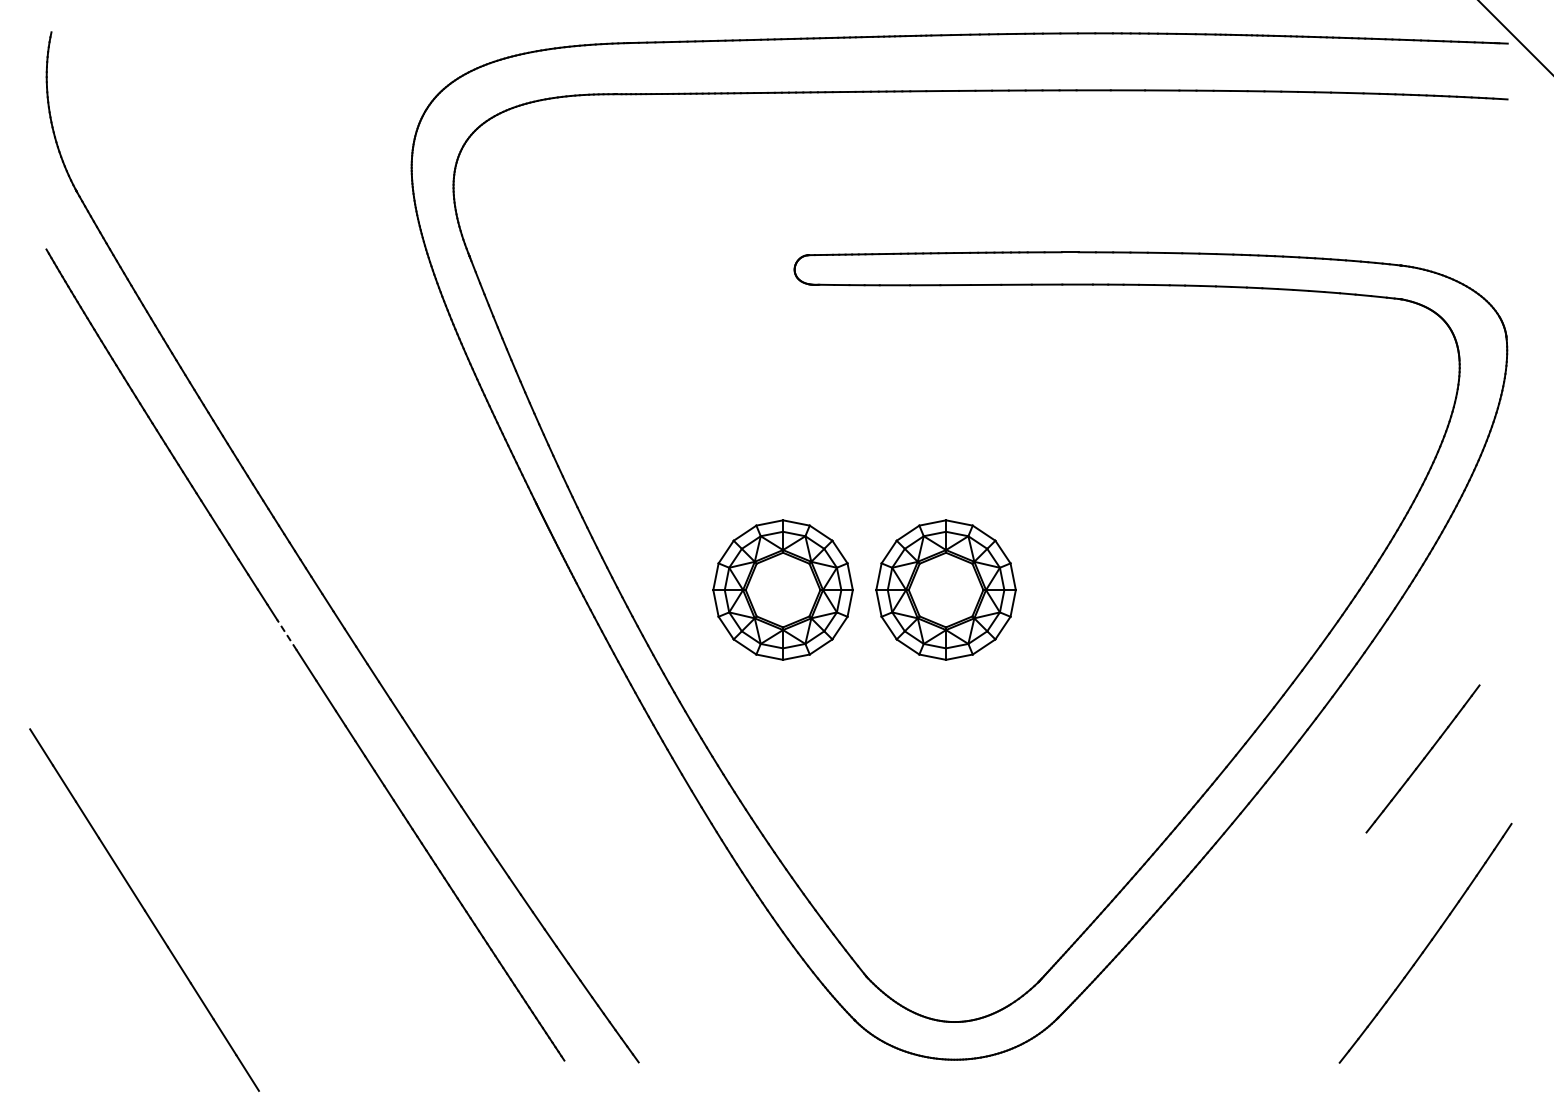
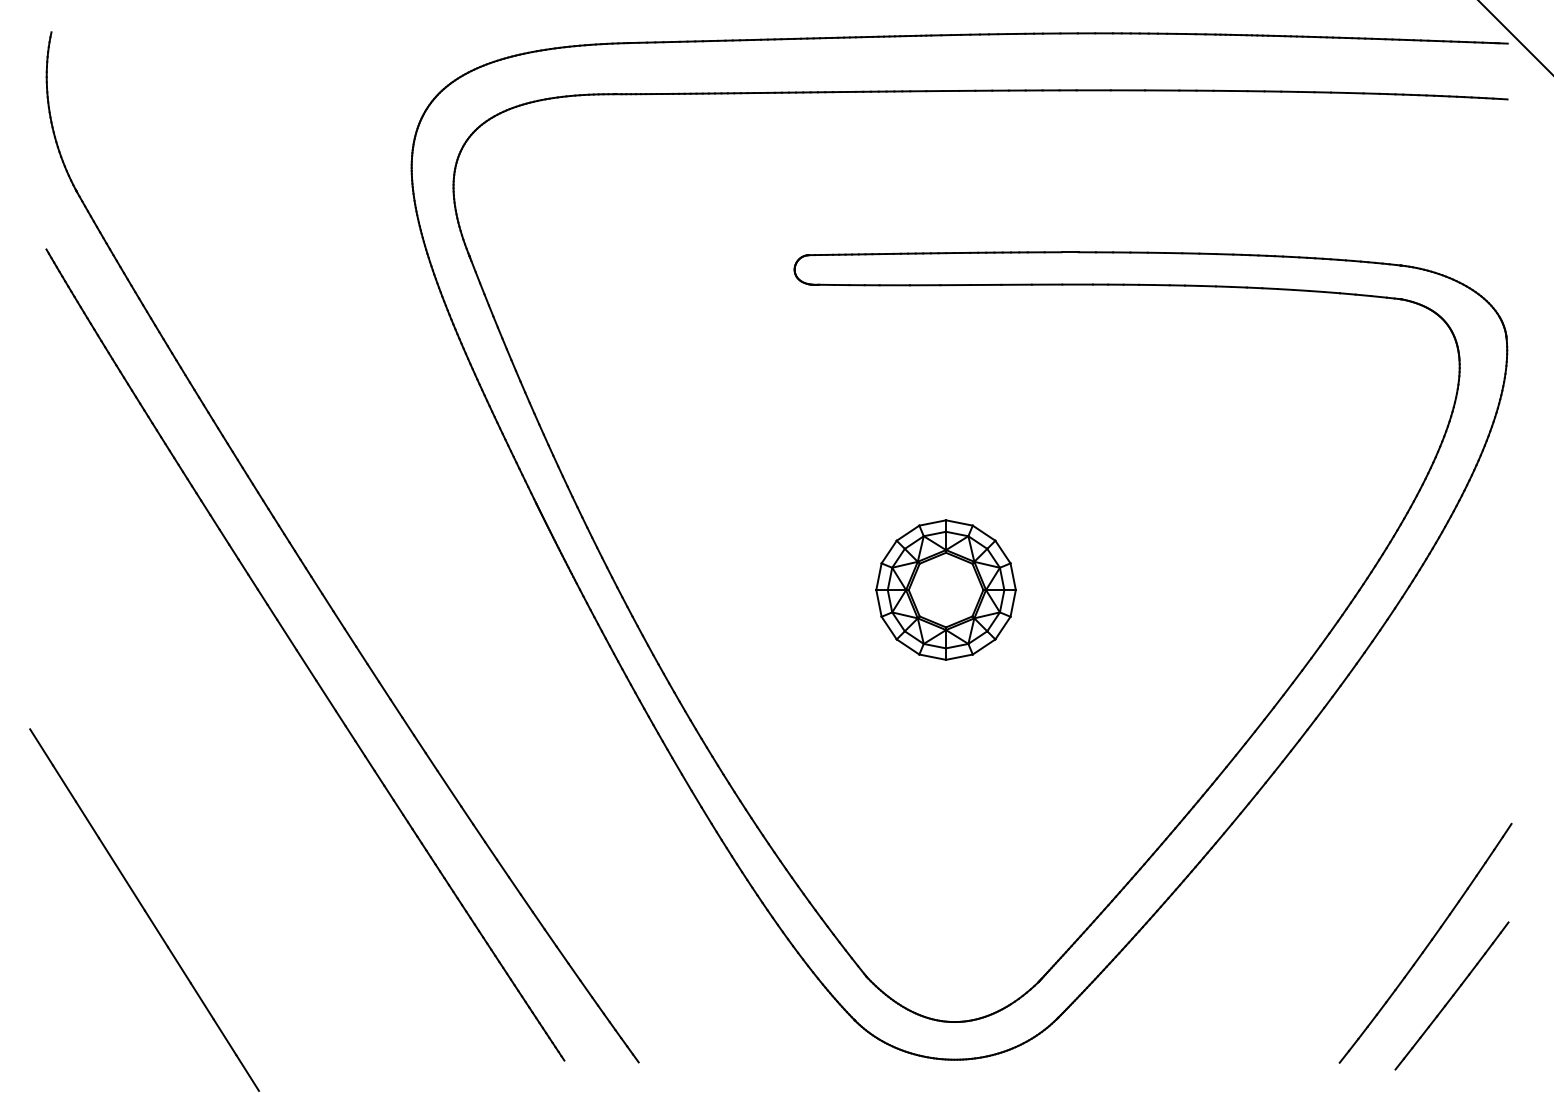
part at (782, 589): present -> none
line at (286, 634): dashed -> solid
line at (1423, 758) position: (1423, 758) -> (1452, 995)
